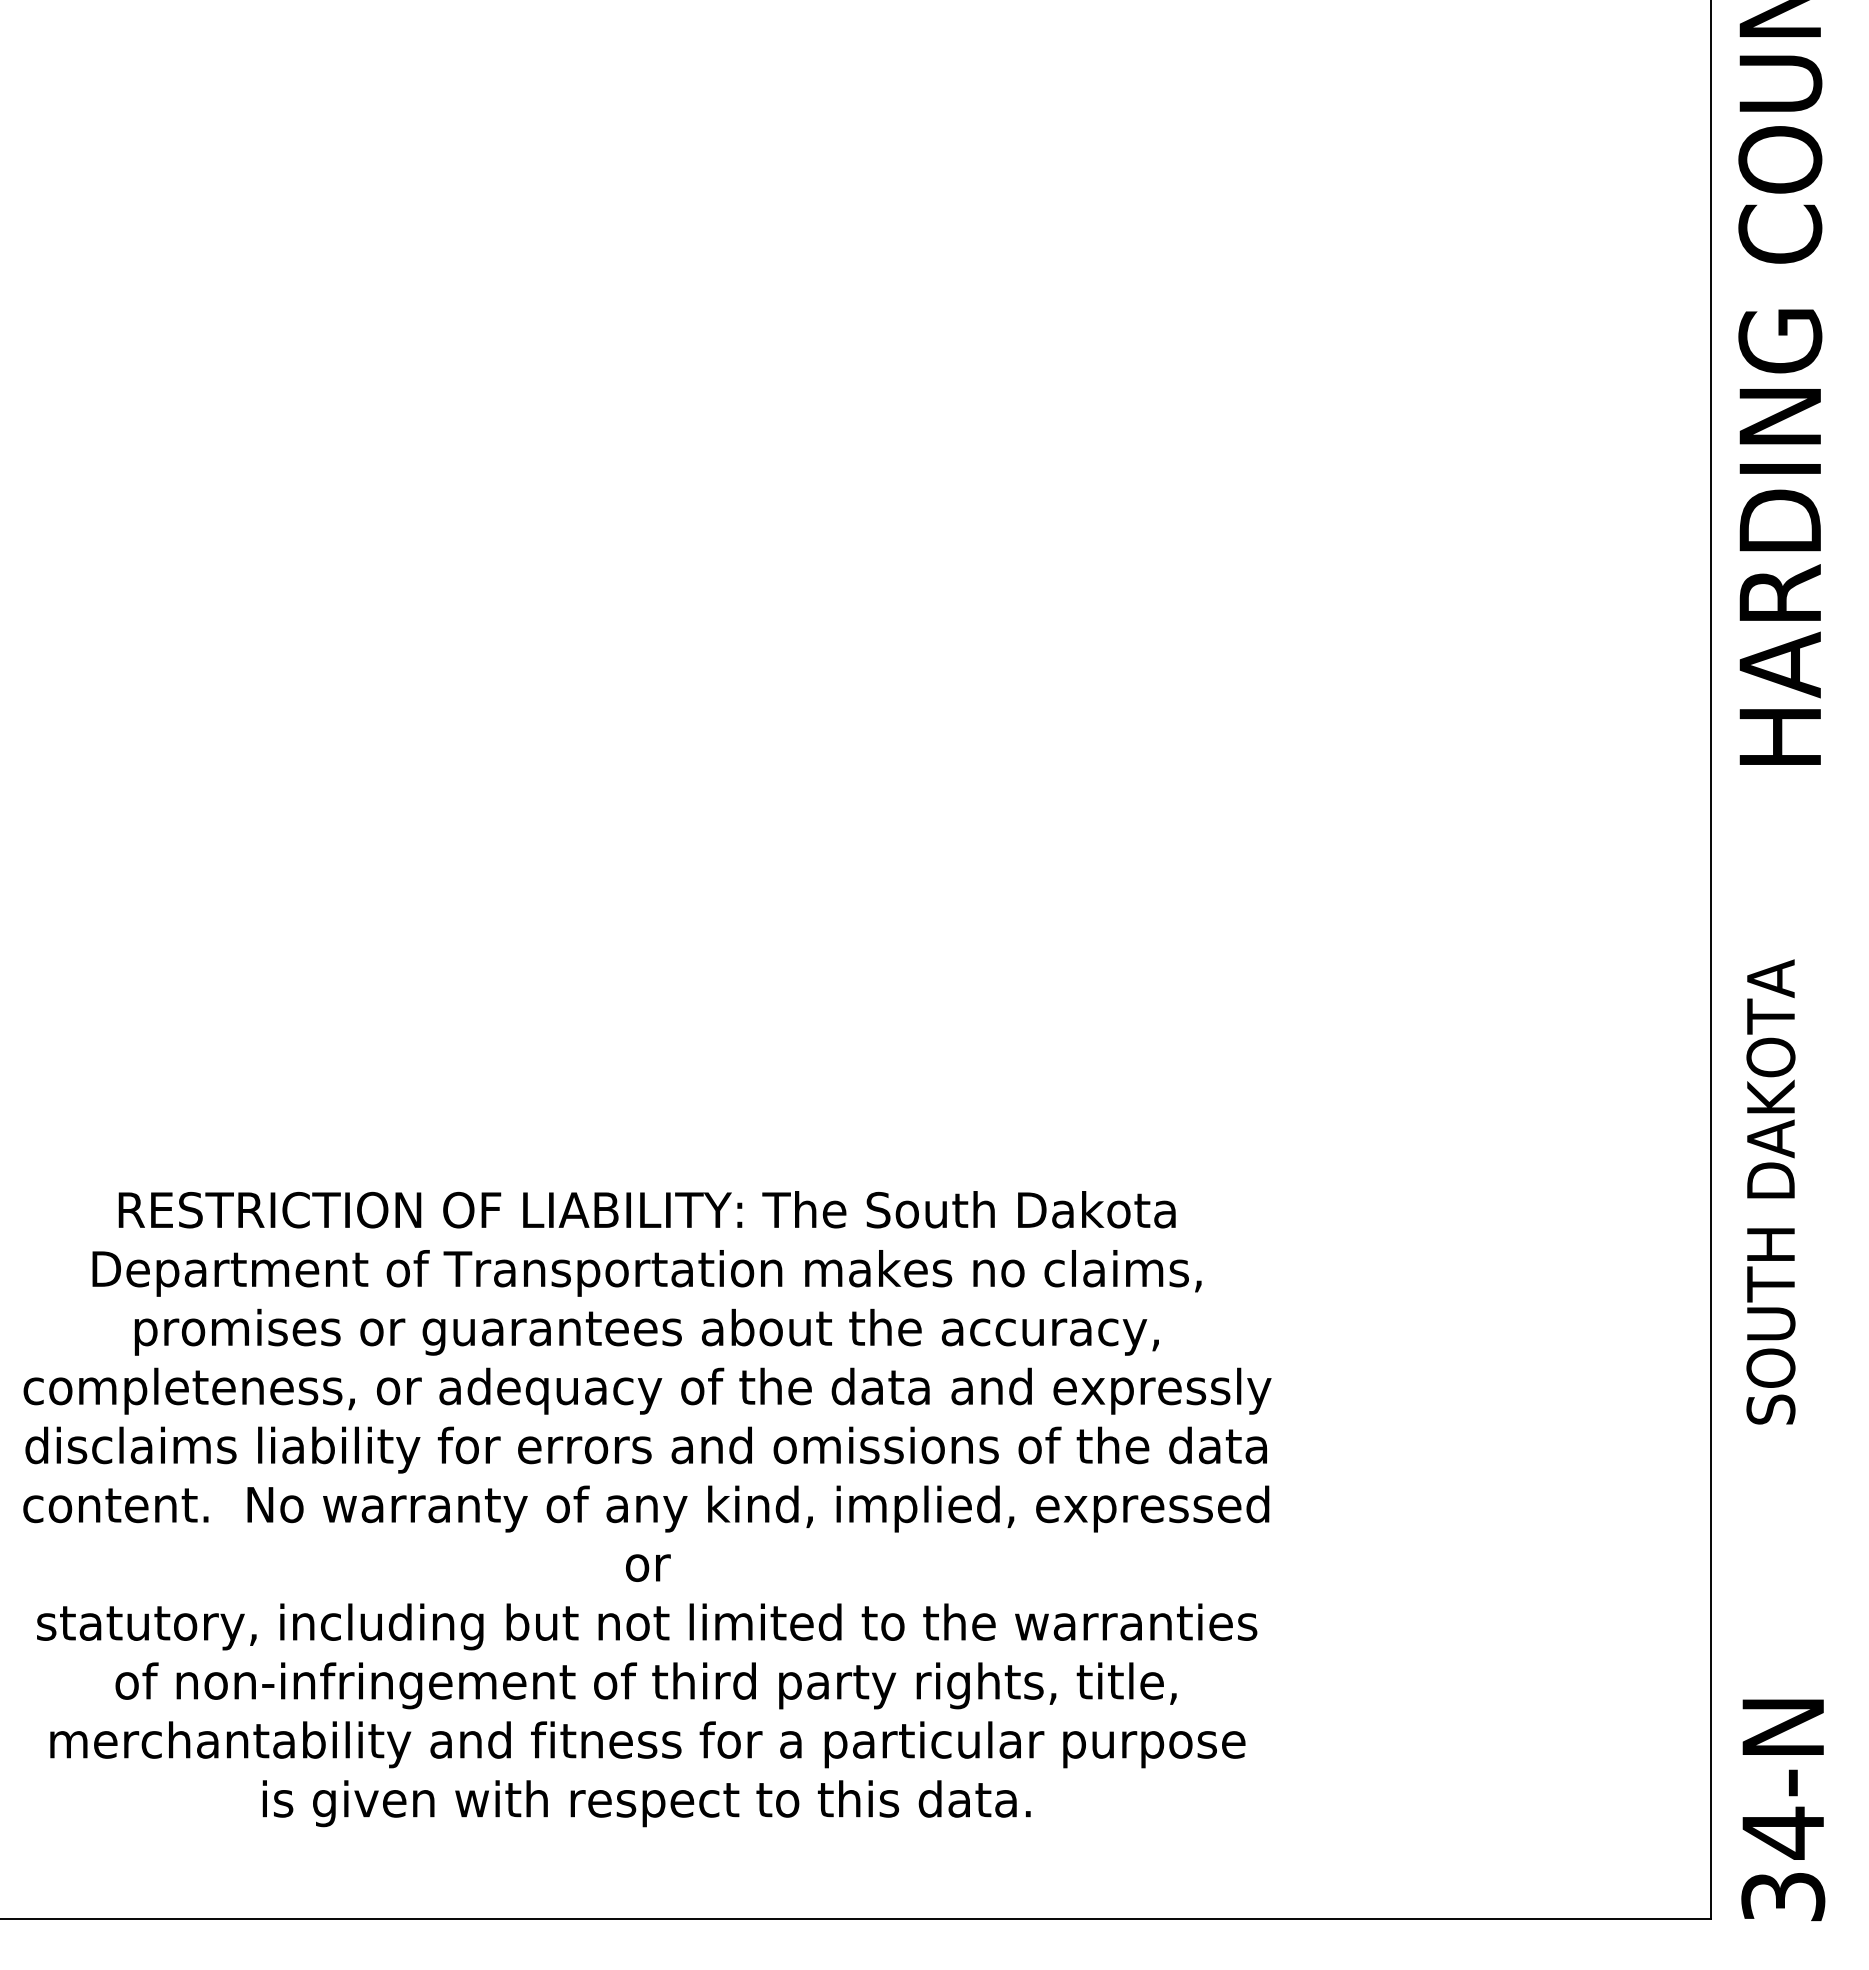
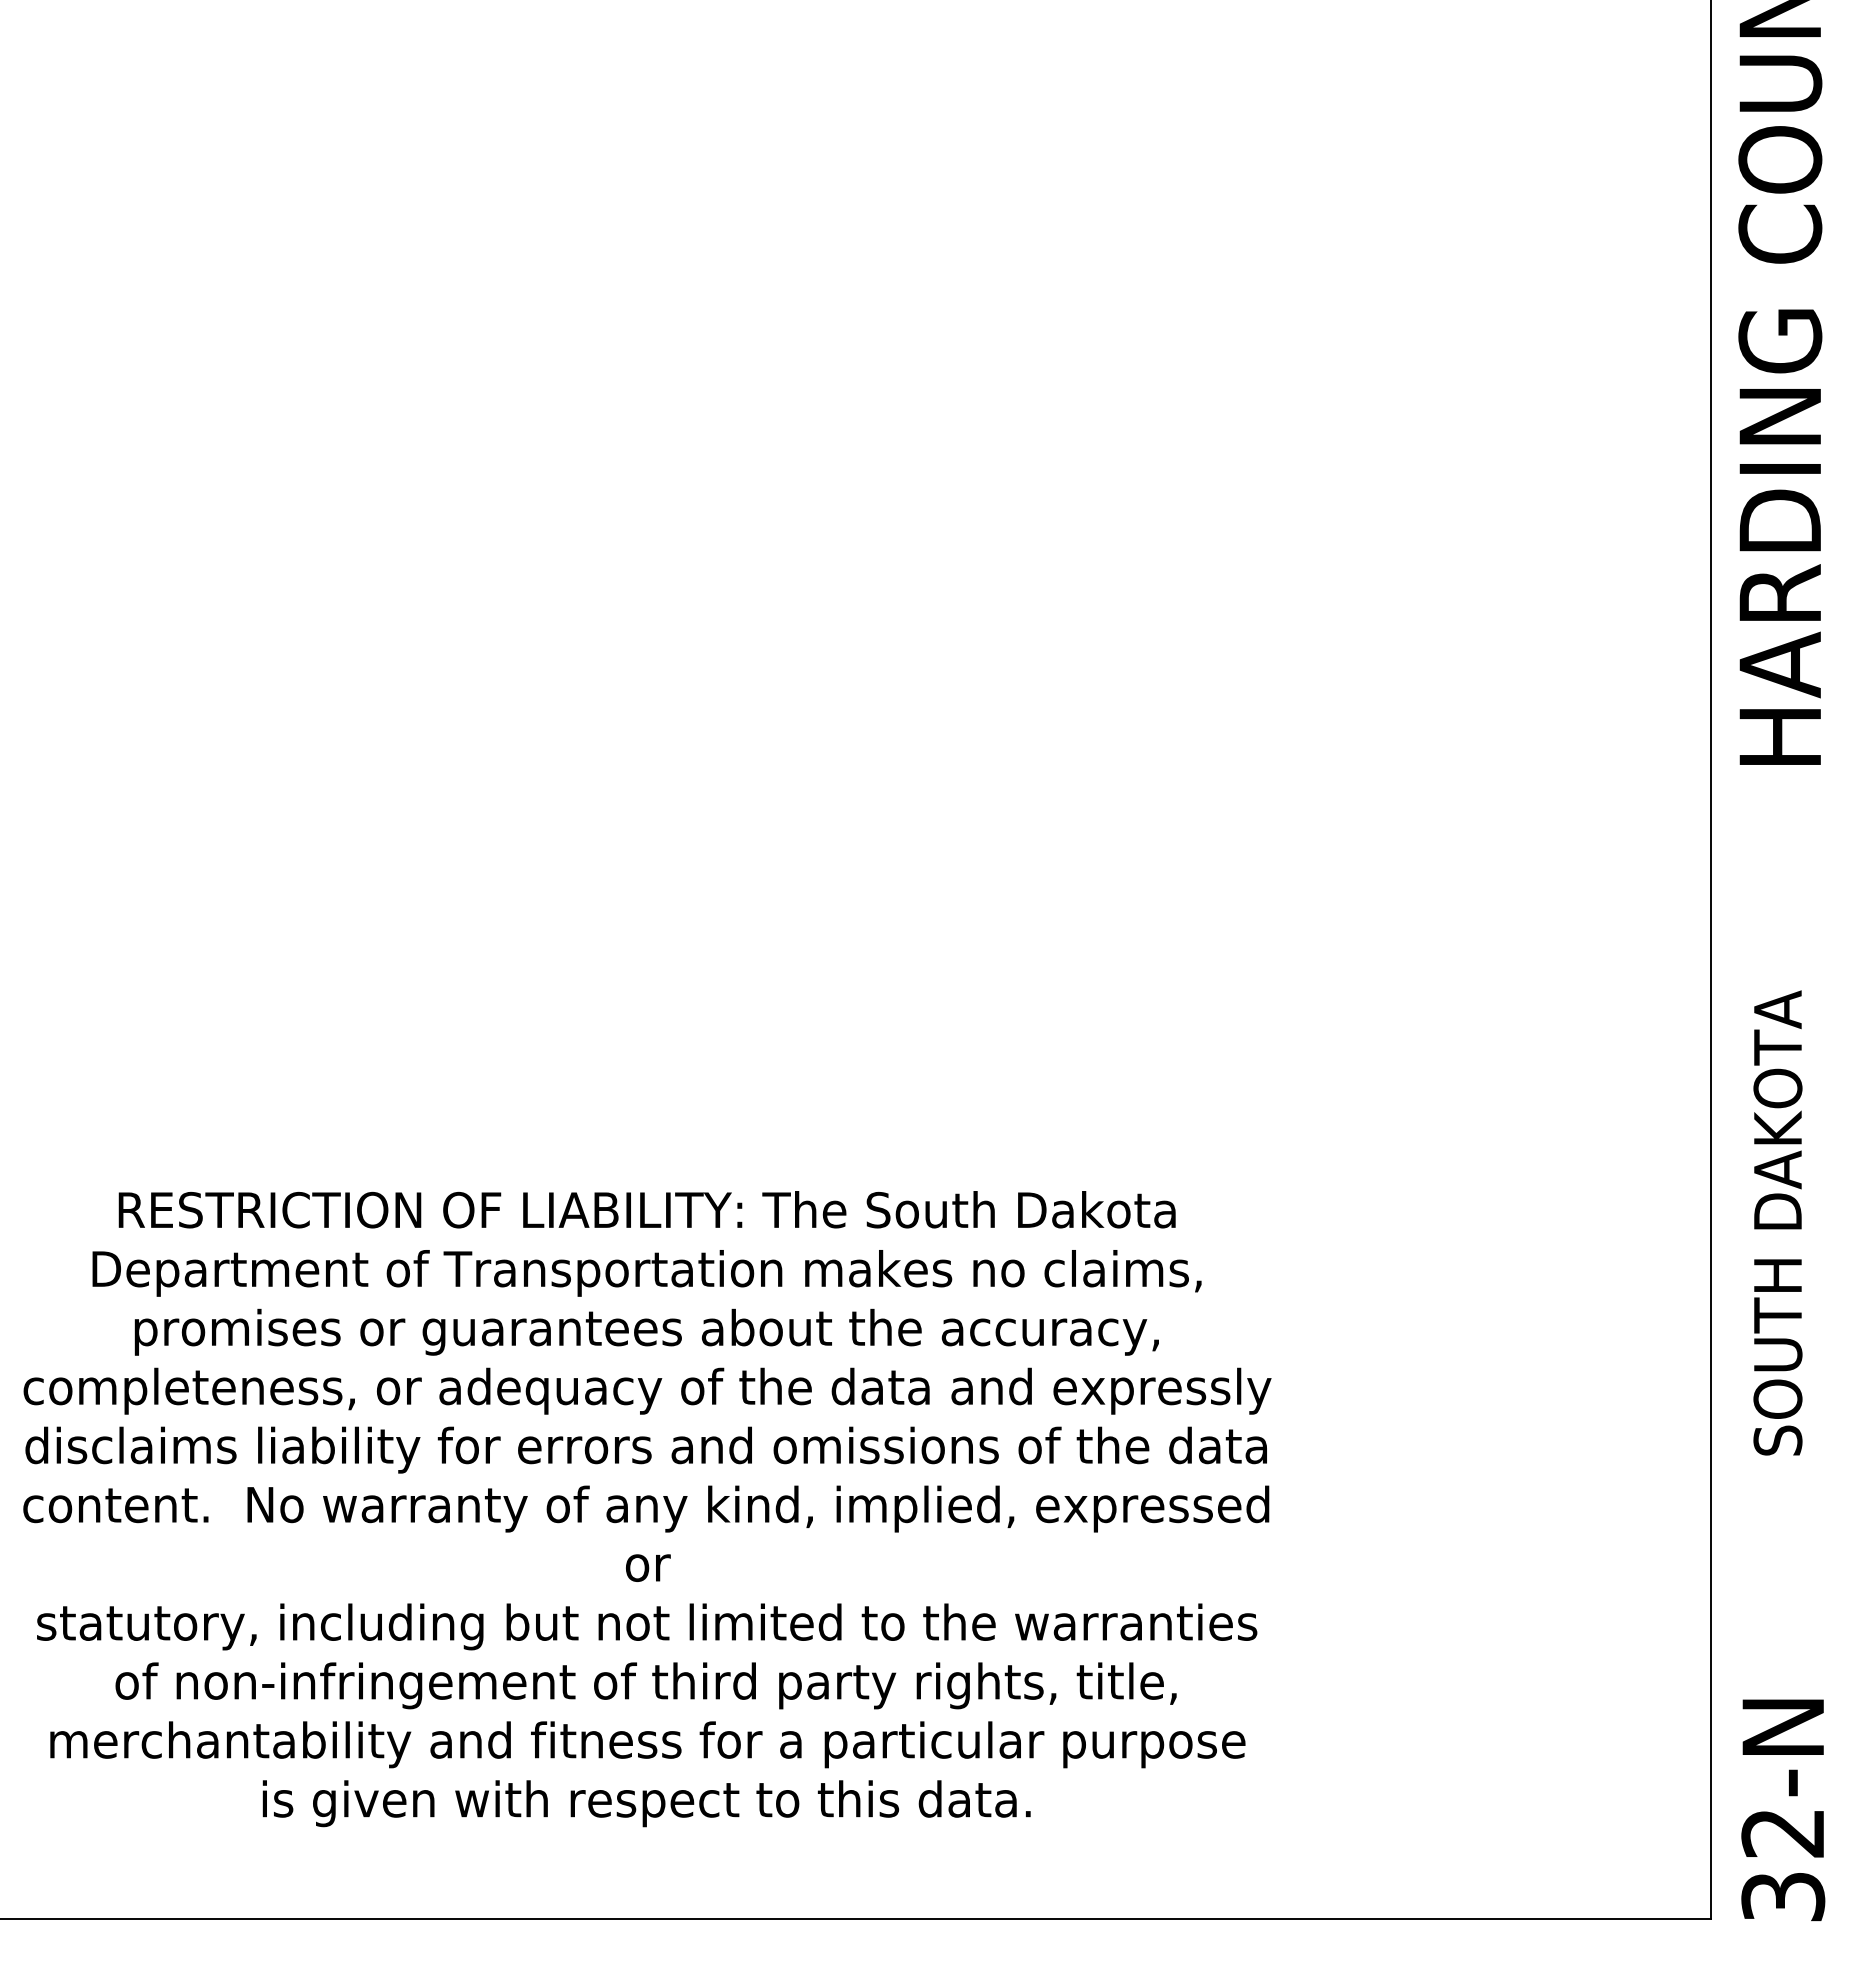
text at (1770, 1191) position: (1770, 1191) -> (1777, 1222)
text at (1782, 1832): 34-N -> 32-N
